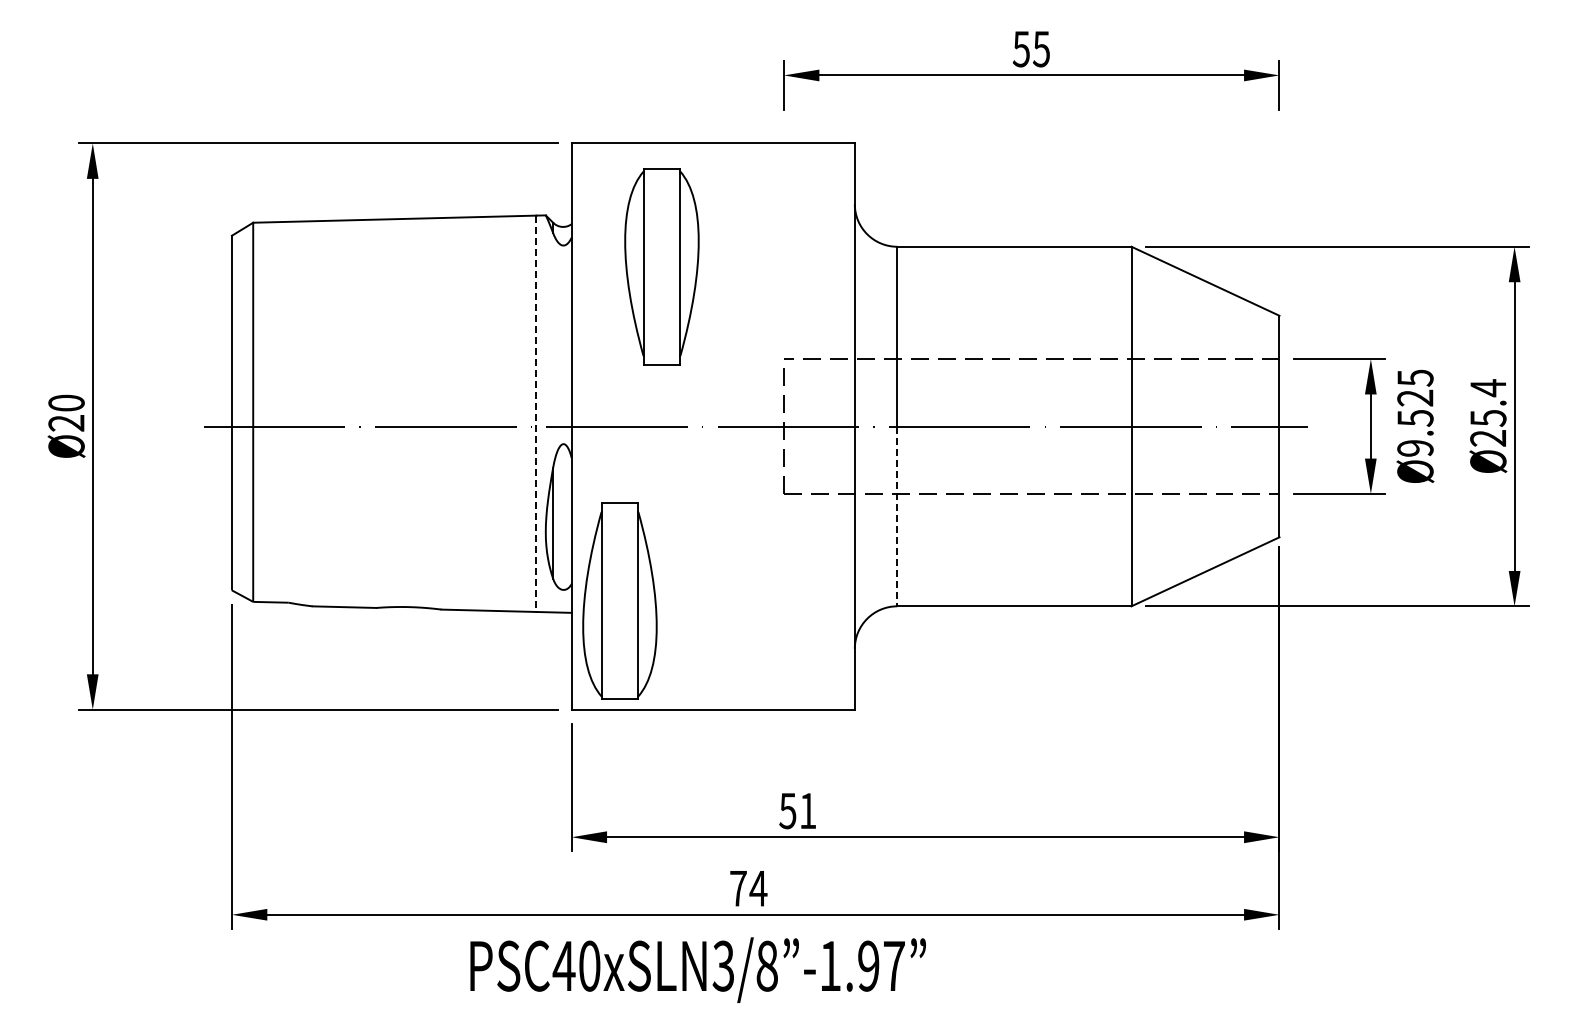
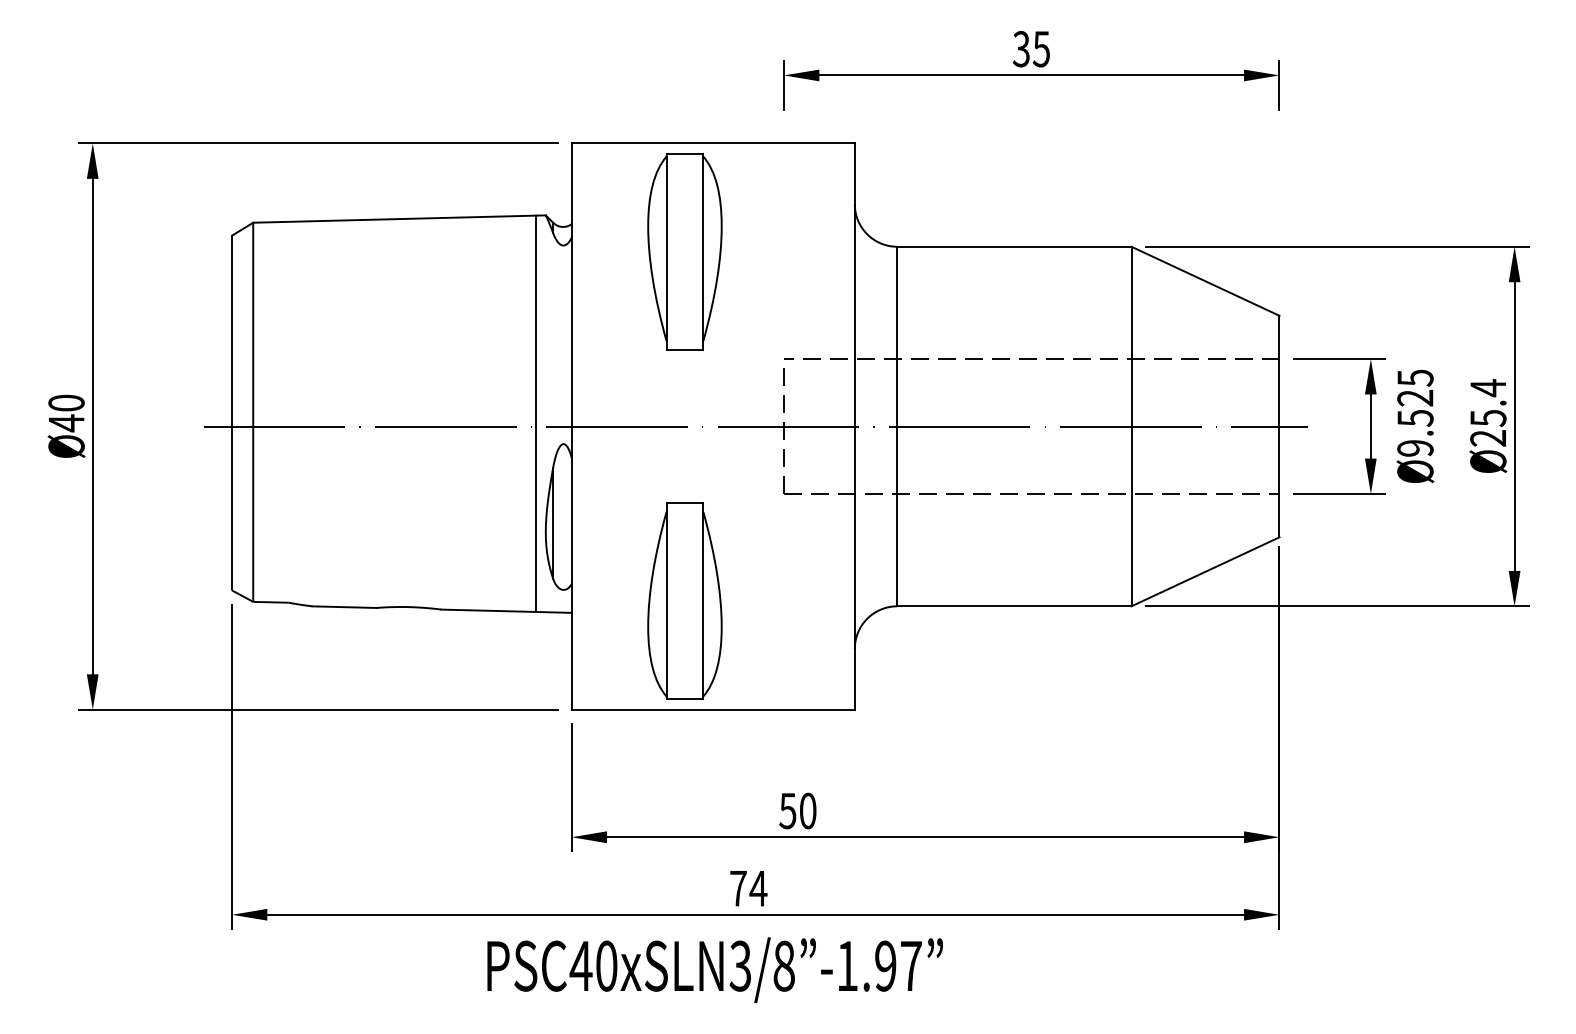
text at (1021, 48): 55 -> 35
part at (661, 266) position: (661, 266) -> (684, 251)
line at (536, 414): dashed -> solid
text at (66, 423): Ø20 -> Ø40
line at (897, 516): dashed -> solid
part at (619, 600) position: (619, 600) -> (684, 600)
text at (808, 810): 51 -> 50
text at (697, 969) position: (697, 969) -> (714, 969)
